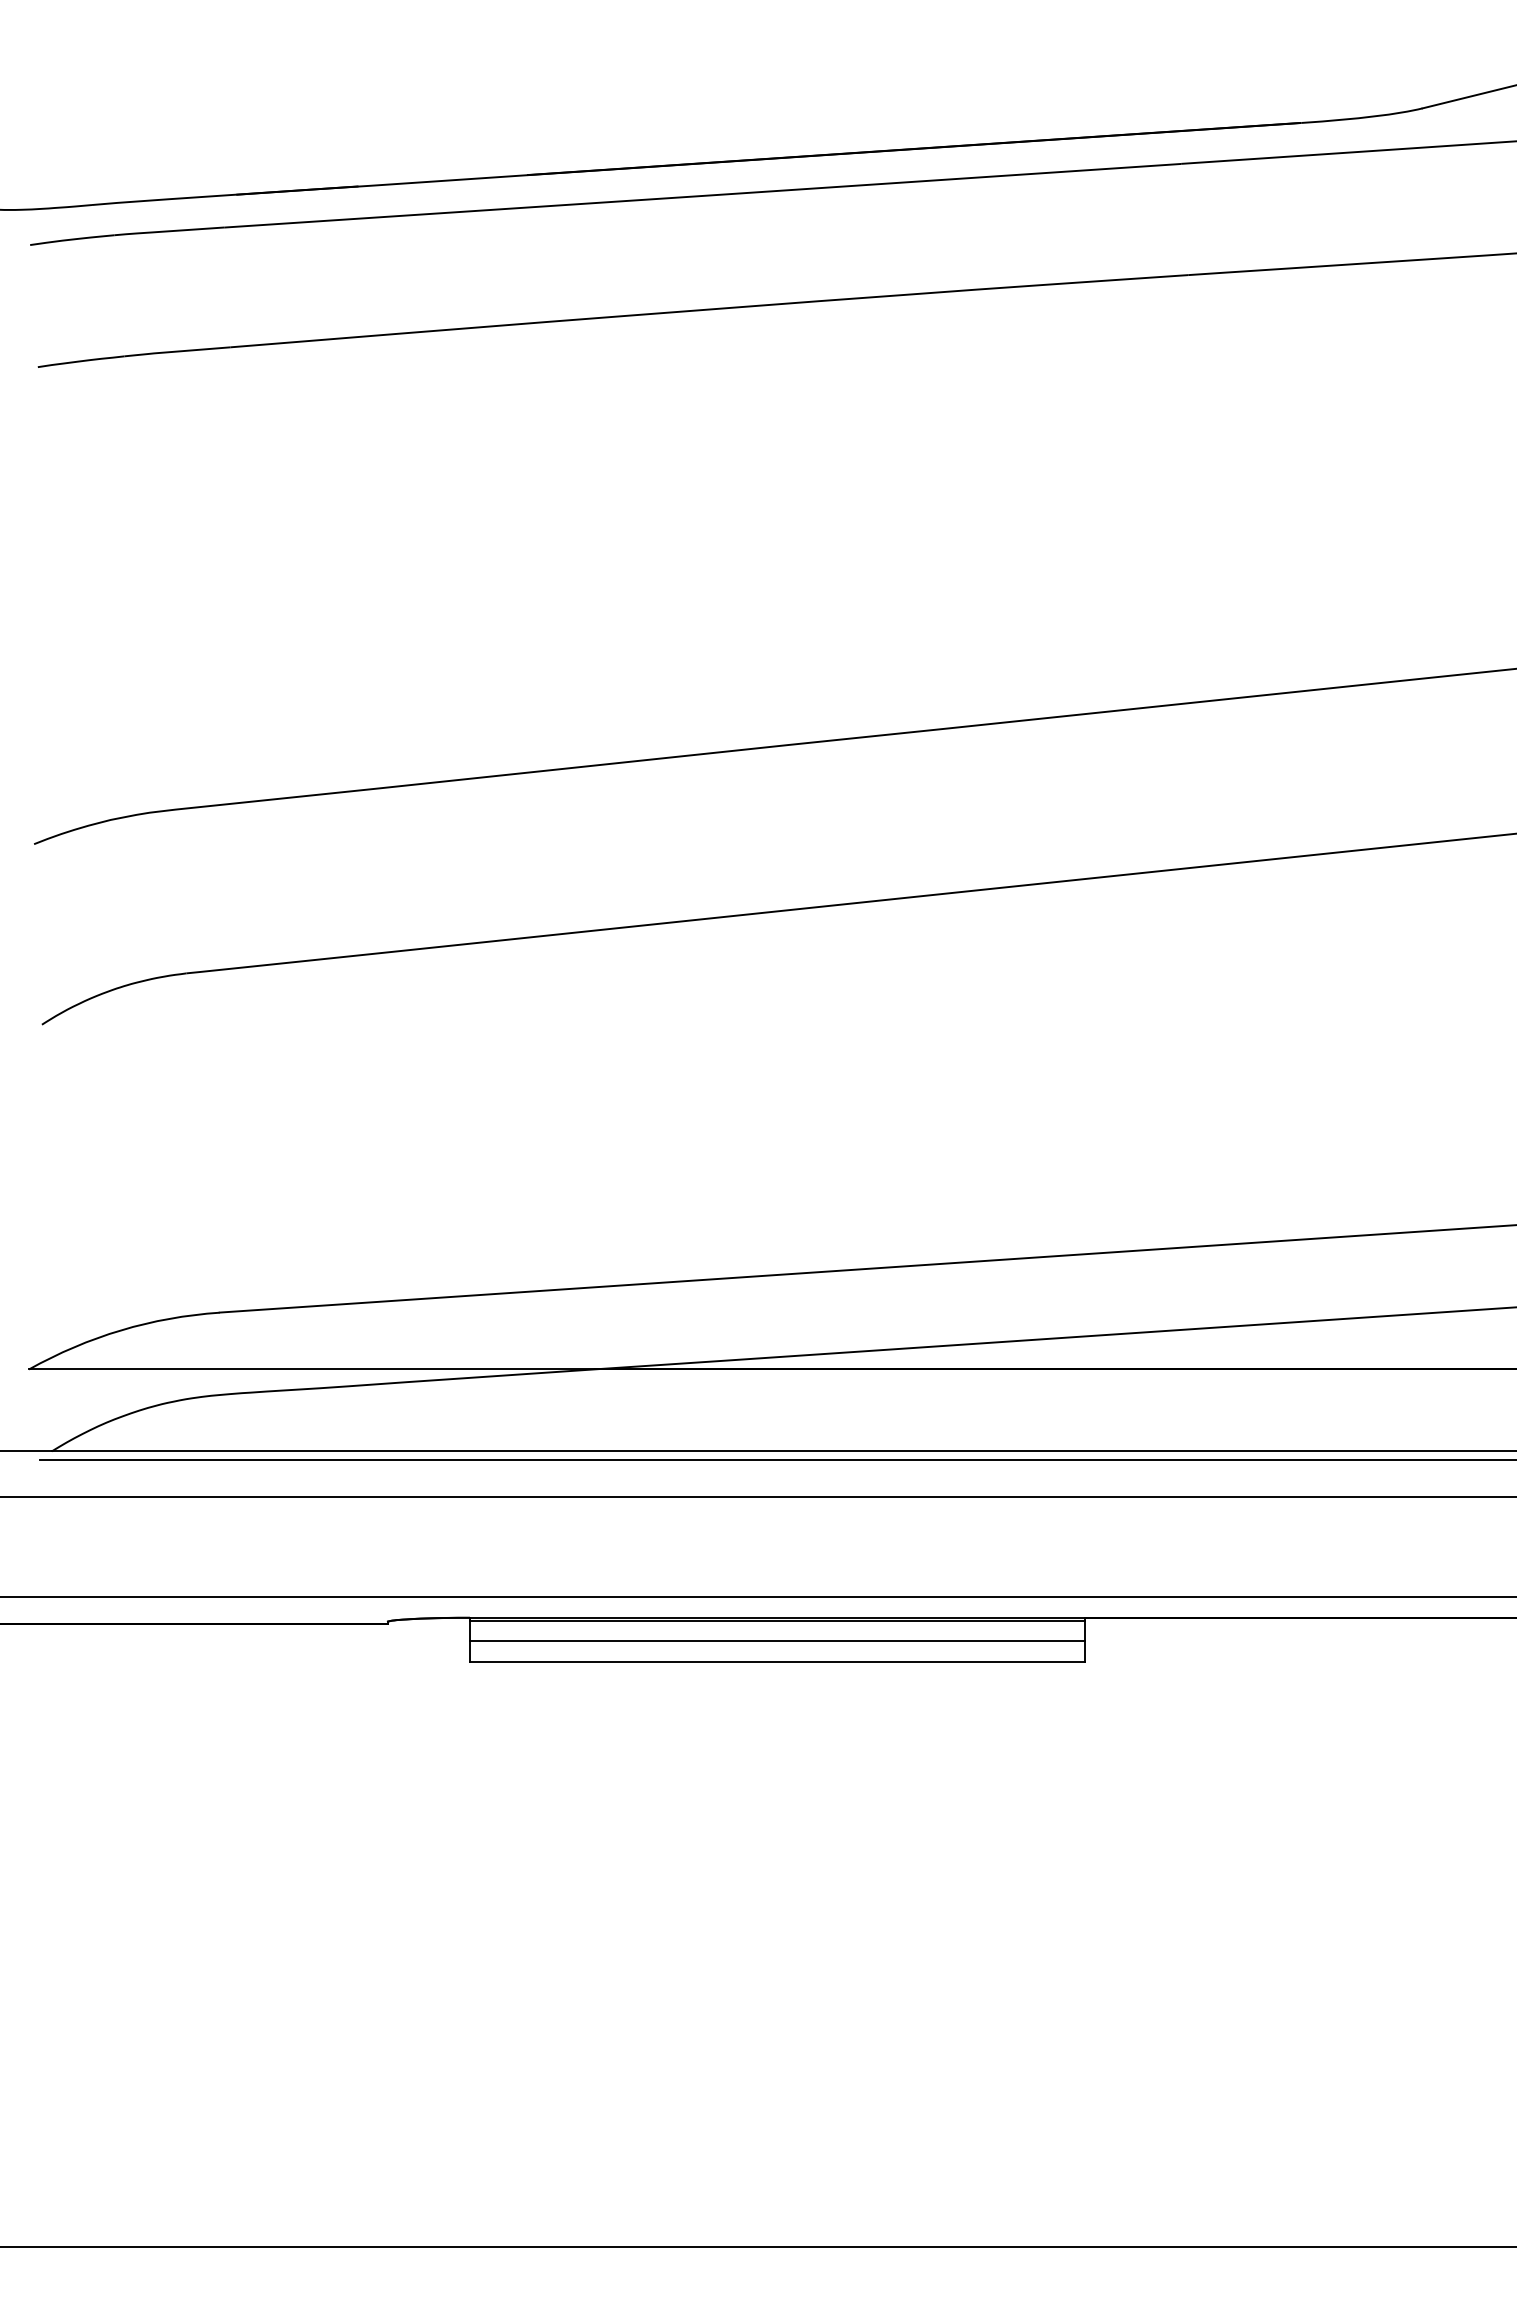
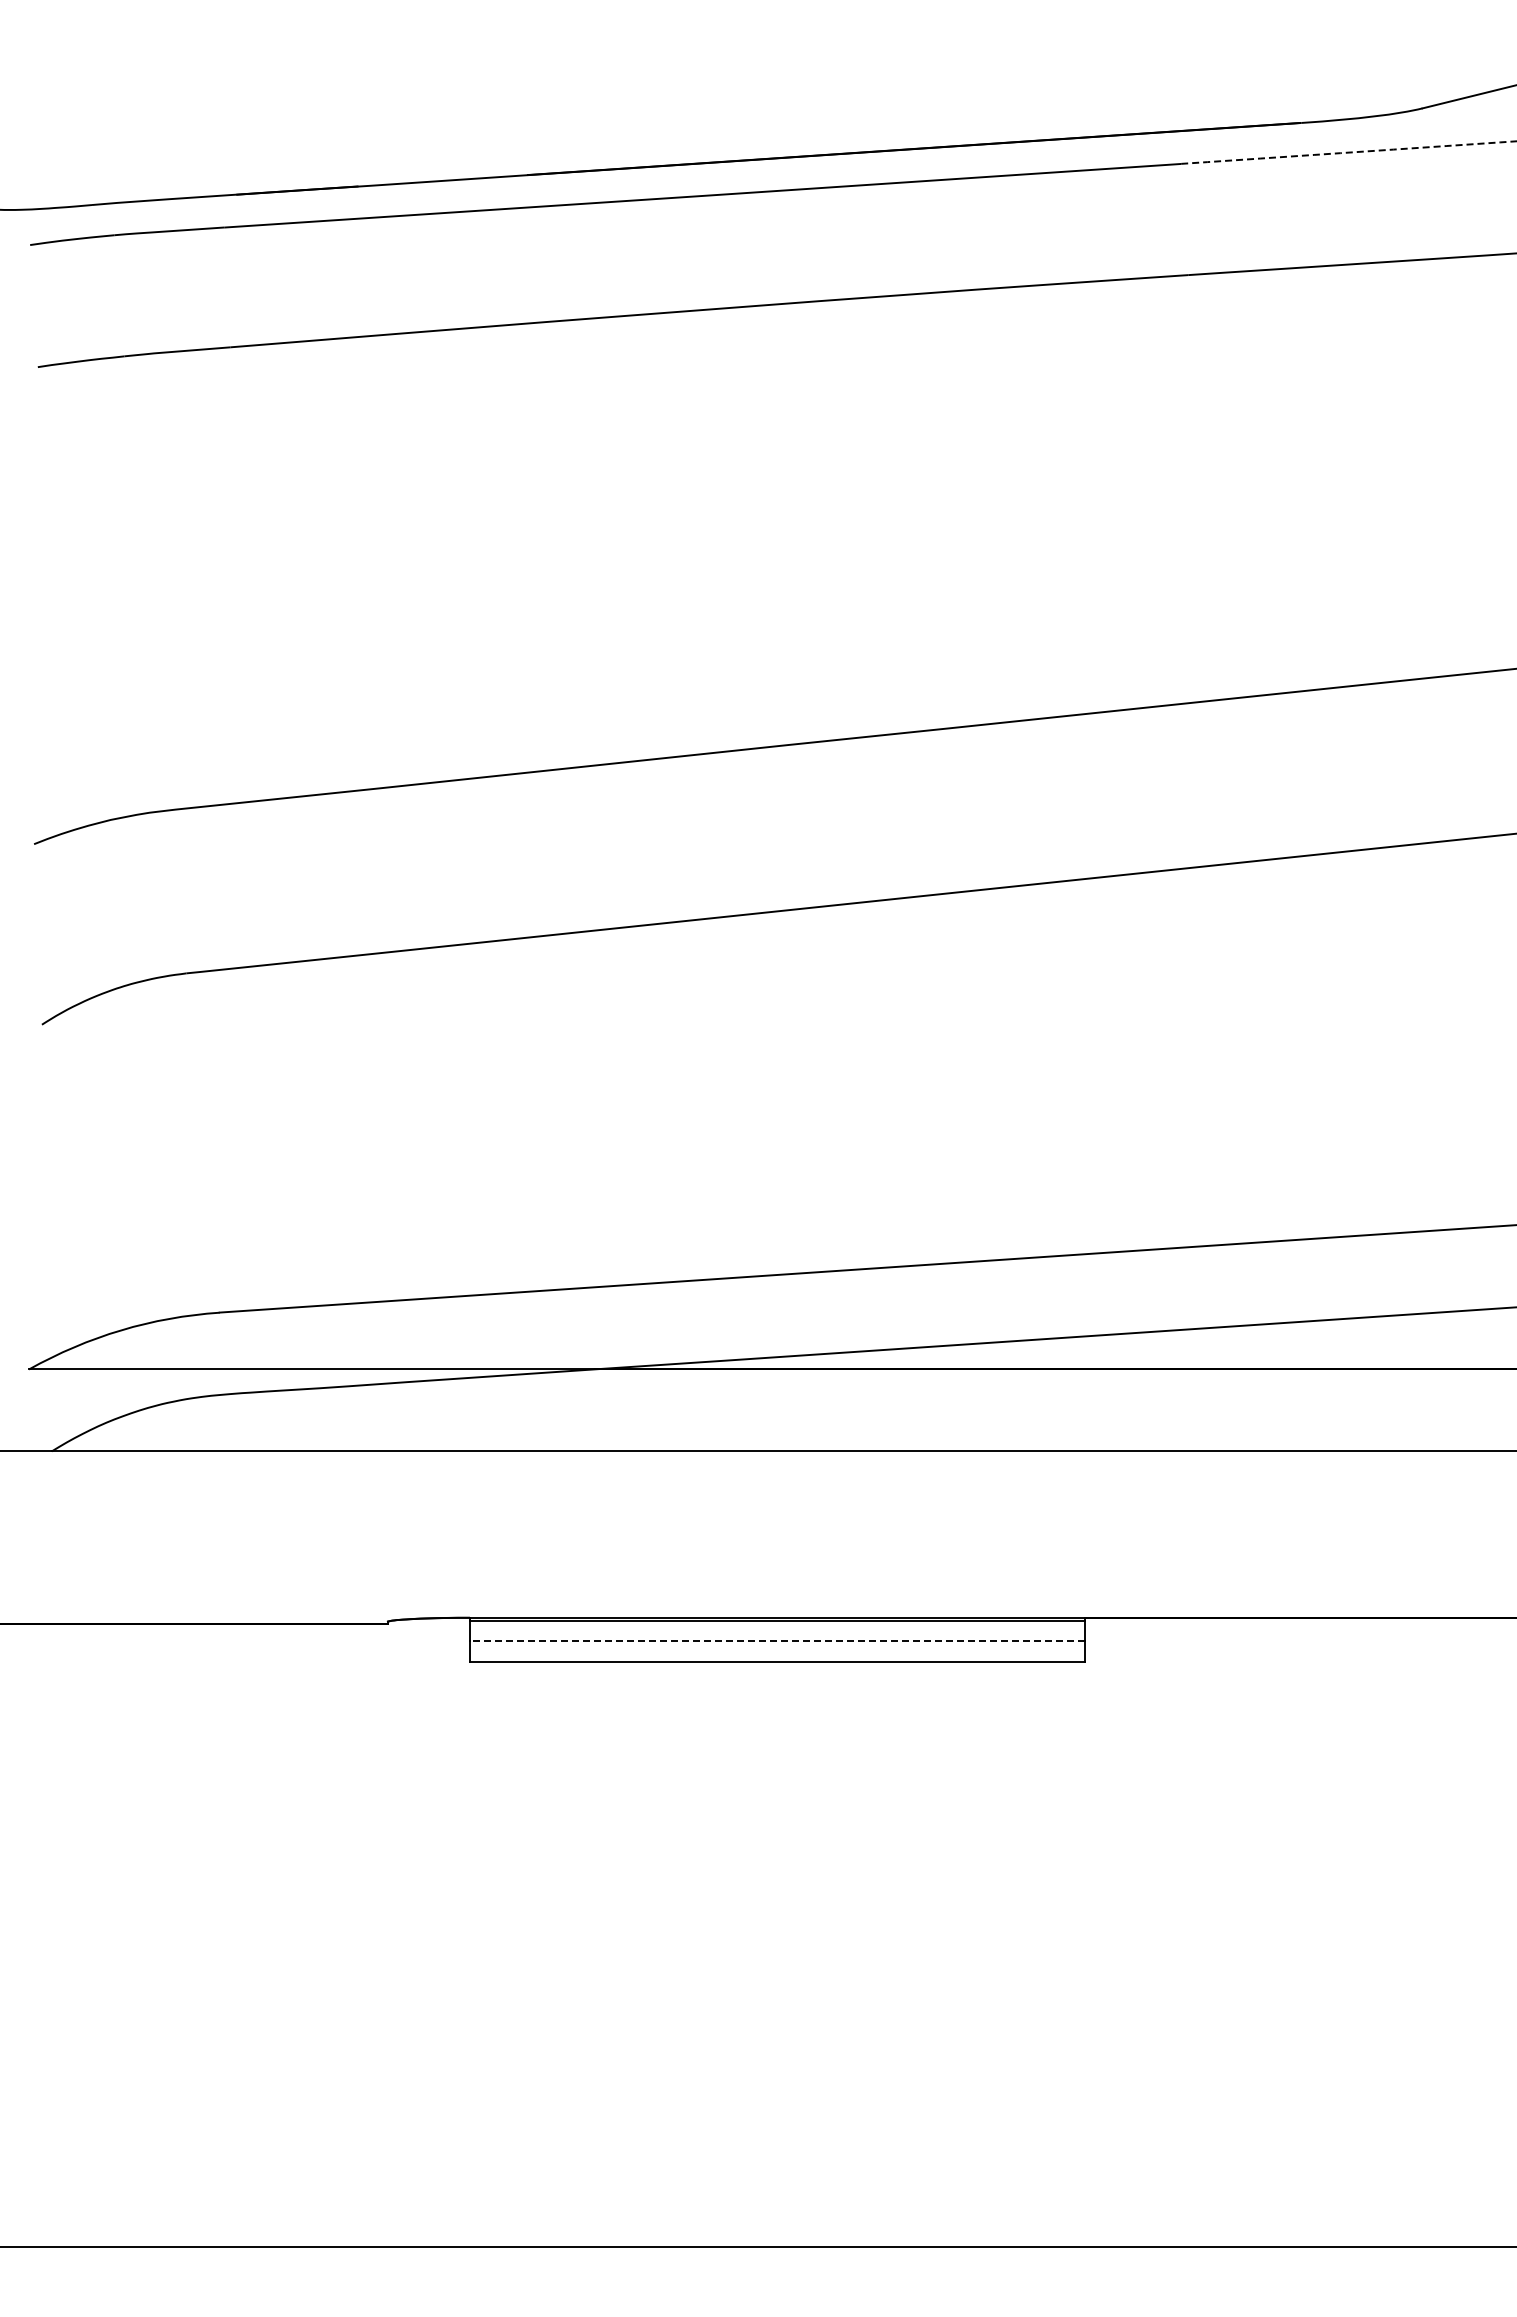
arc at (1350, 152): solid -> dashed
line at (776, 1459): present -> none
line at (757, 1497): present -> none
line at (757, 1596): present -> none
line at (777, 1640): solid -> dashed
